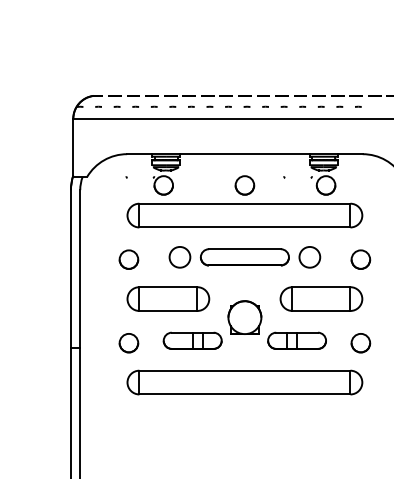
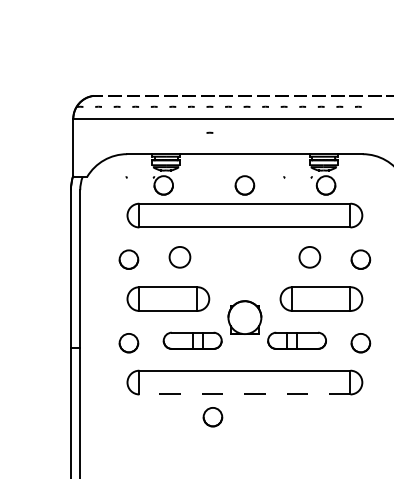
part at (209, 132): none -> present
part at (244, 257): present -> none
line at (244, 394): solid -> dashed
part at (212, 417): none -> present
